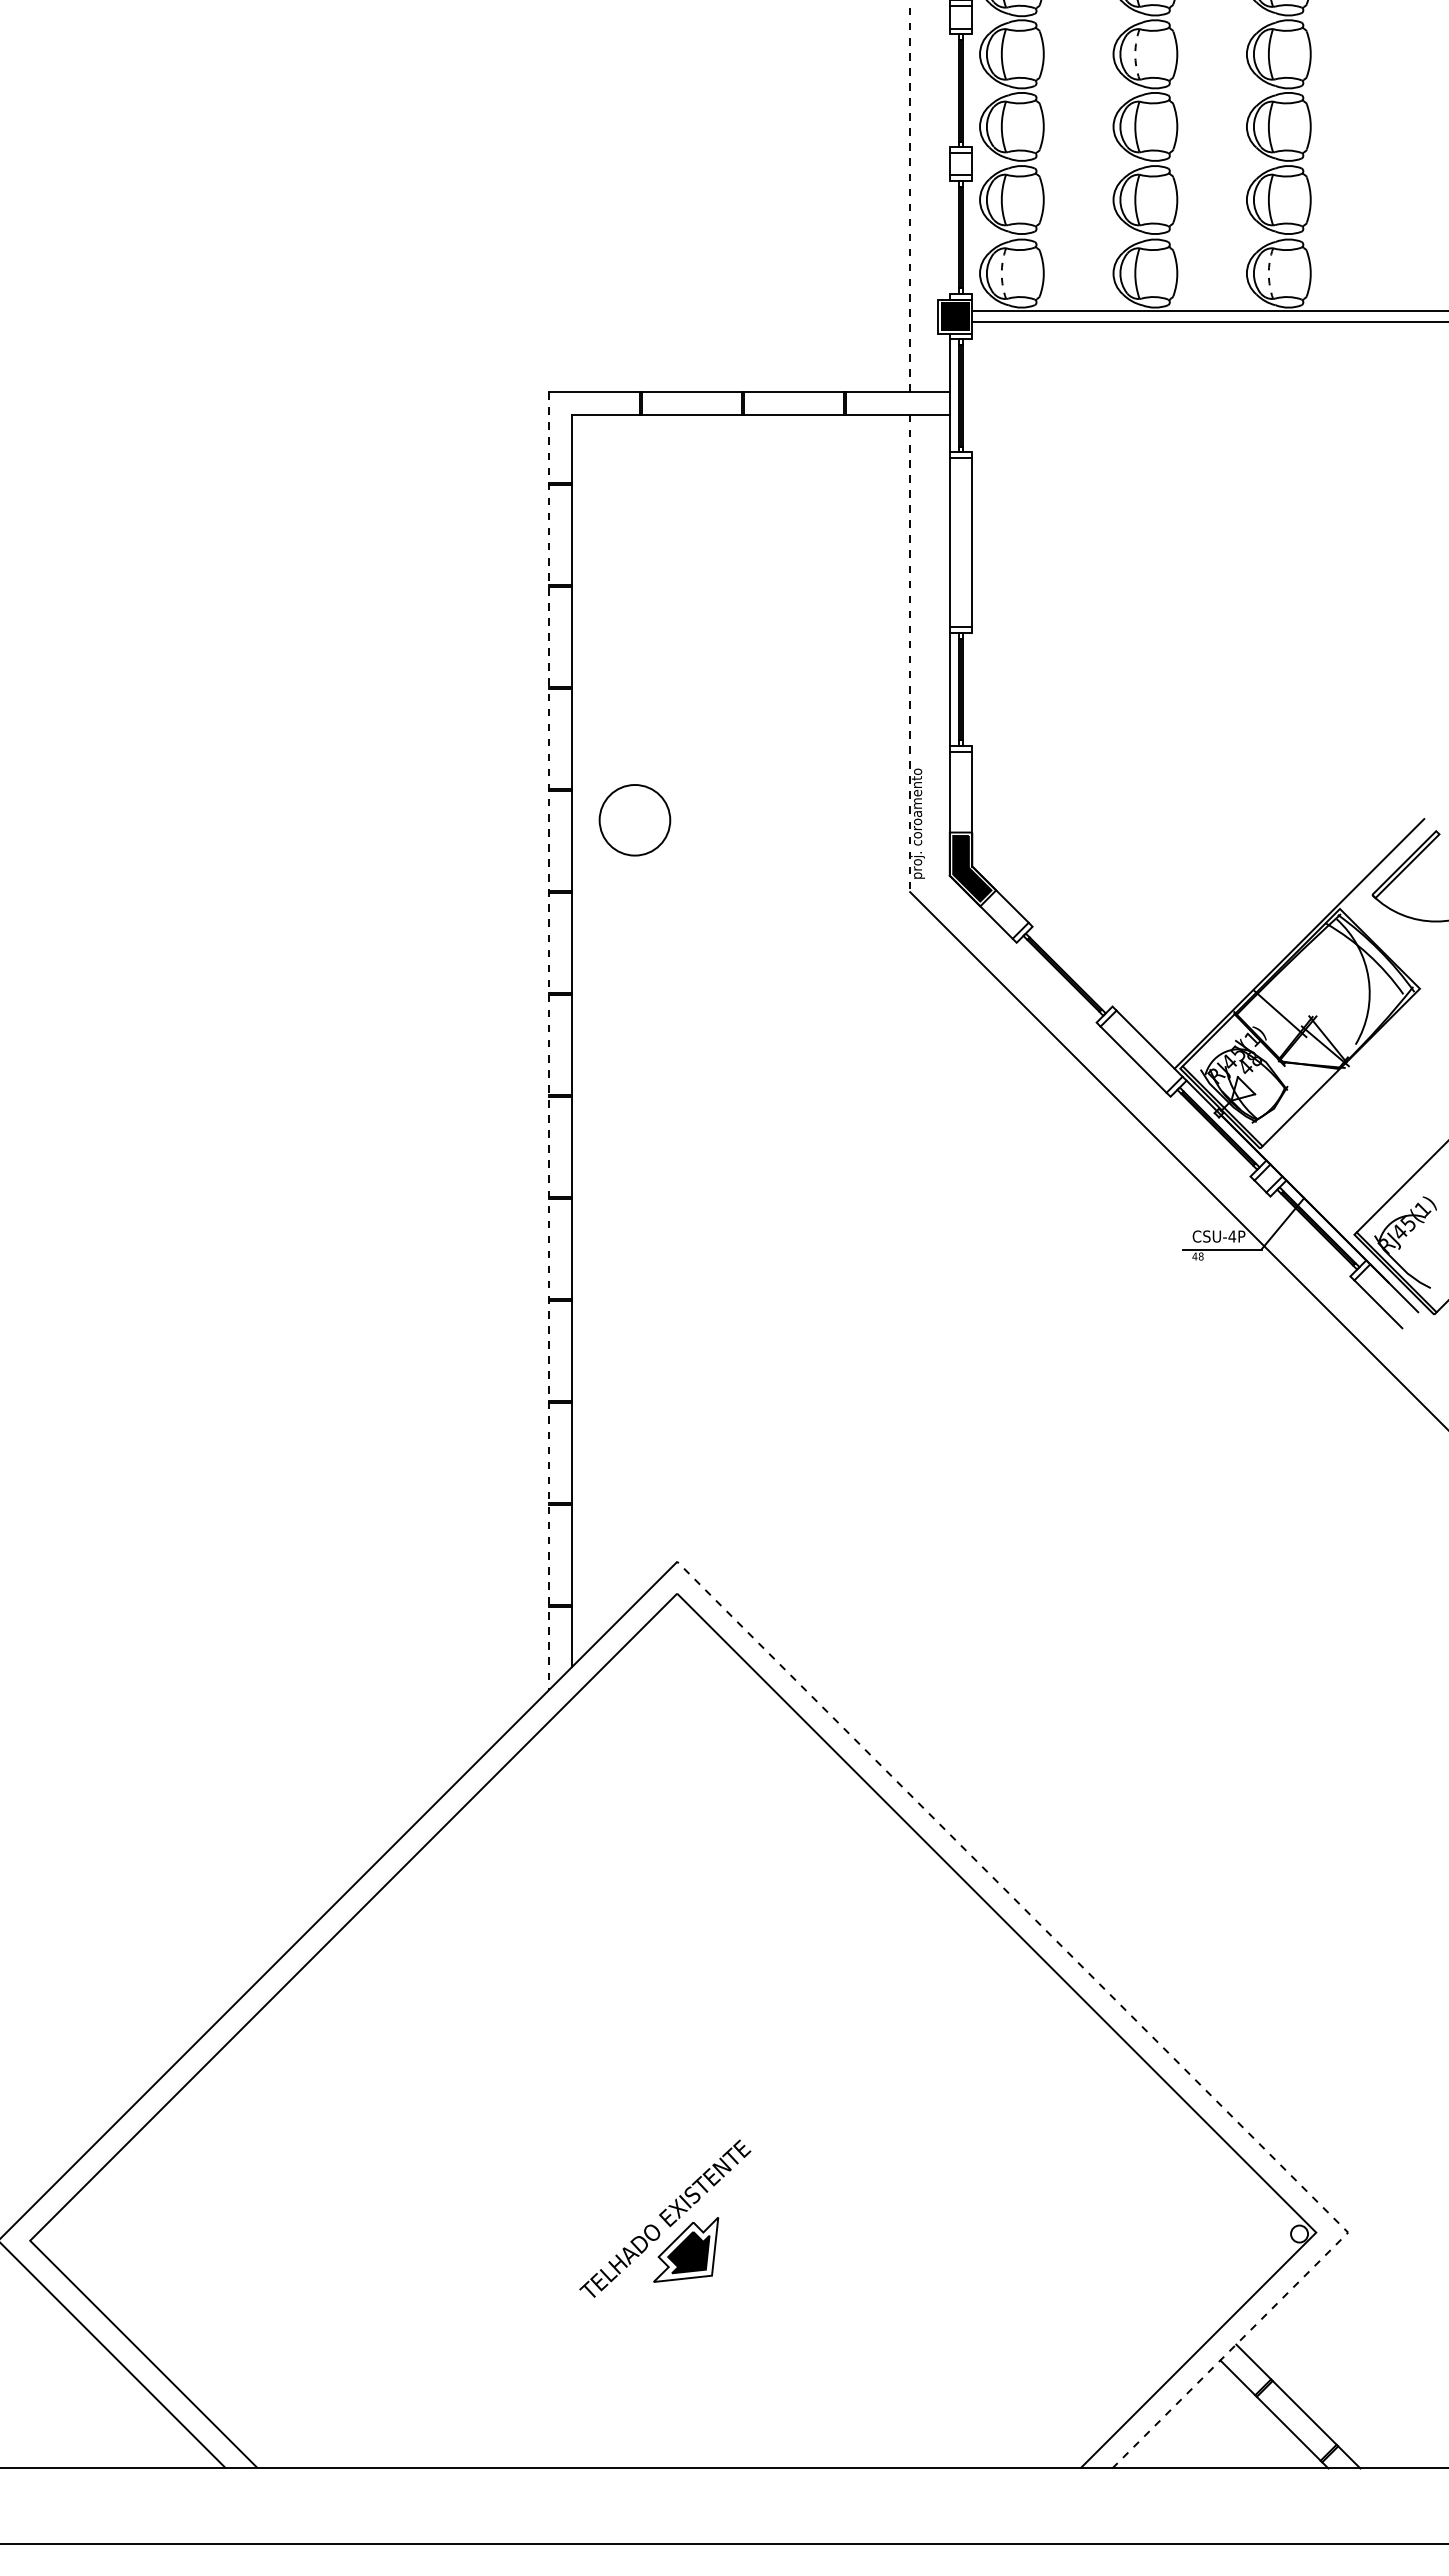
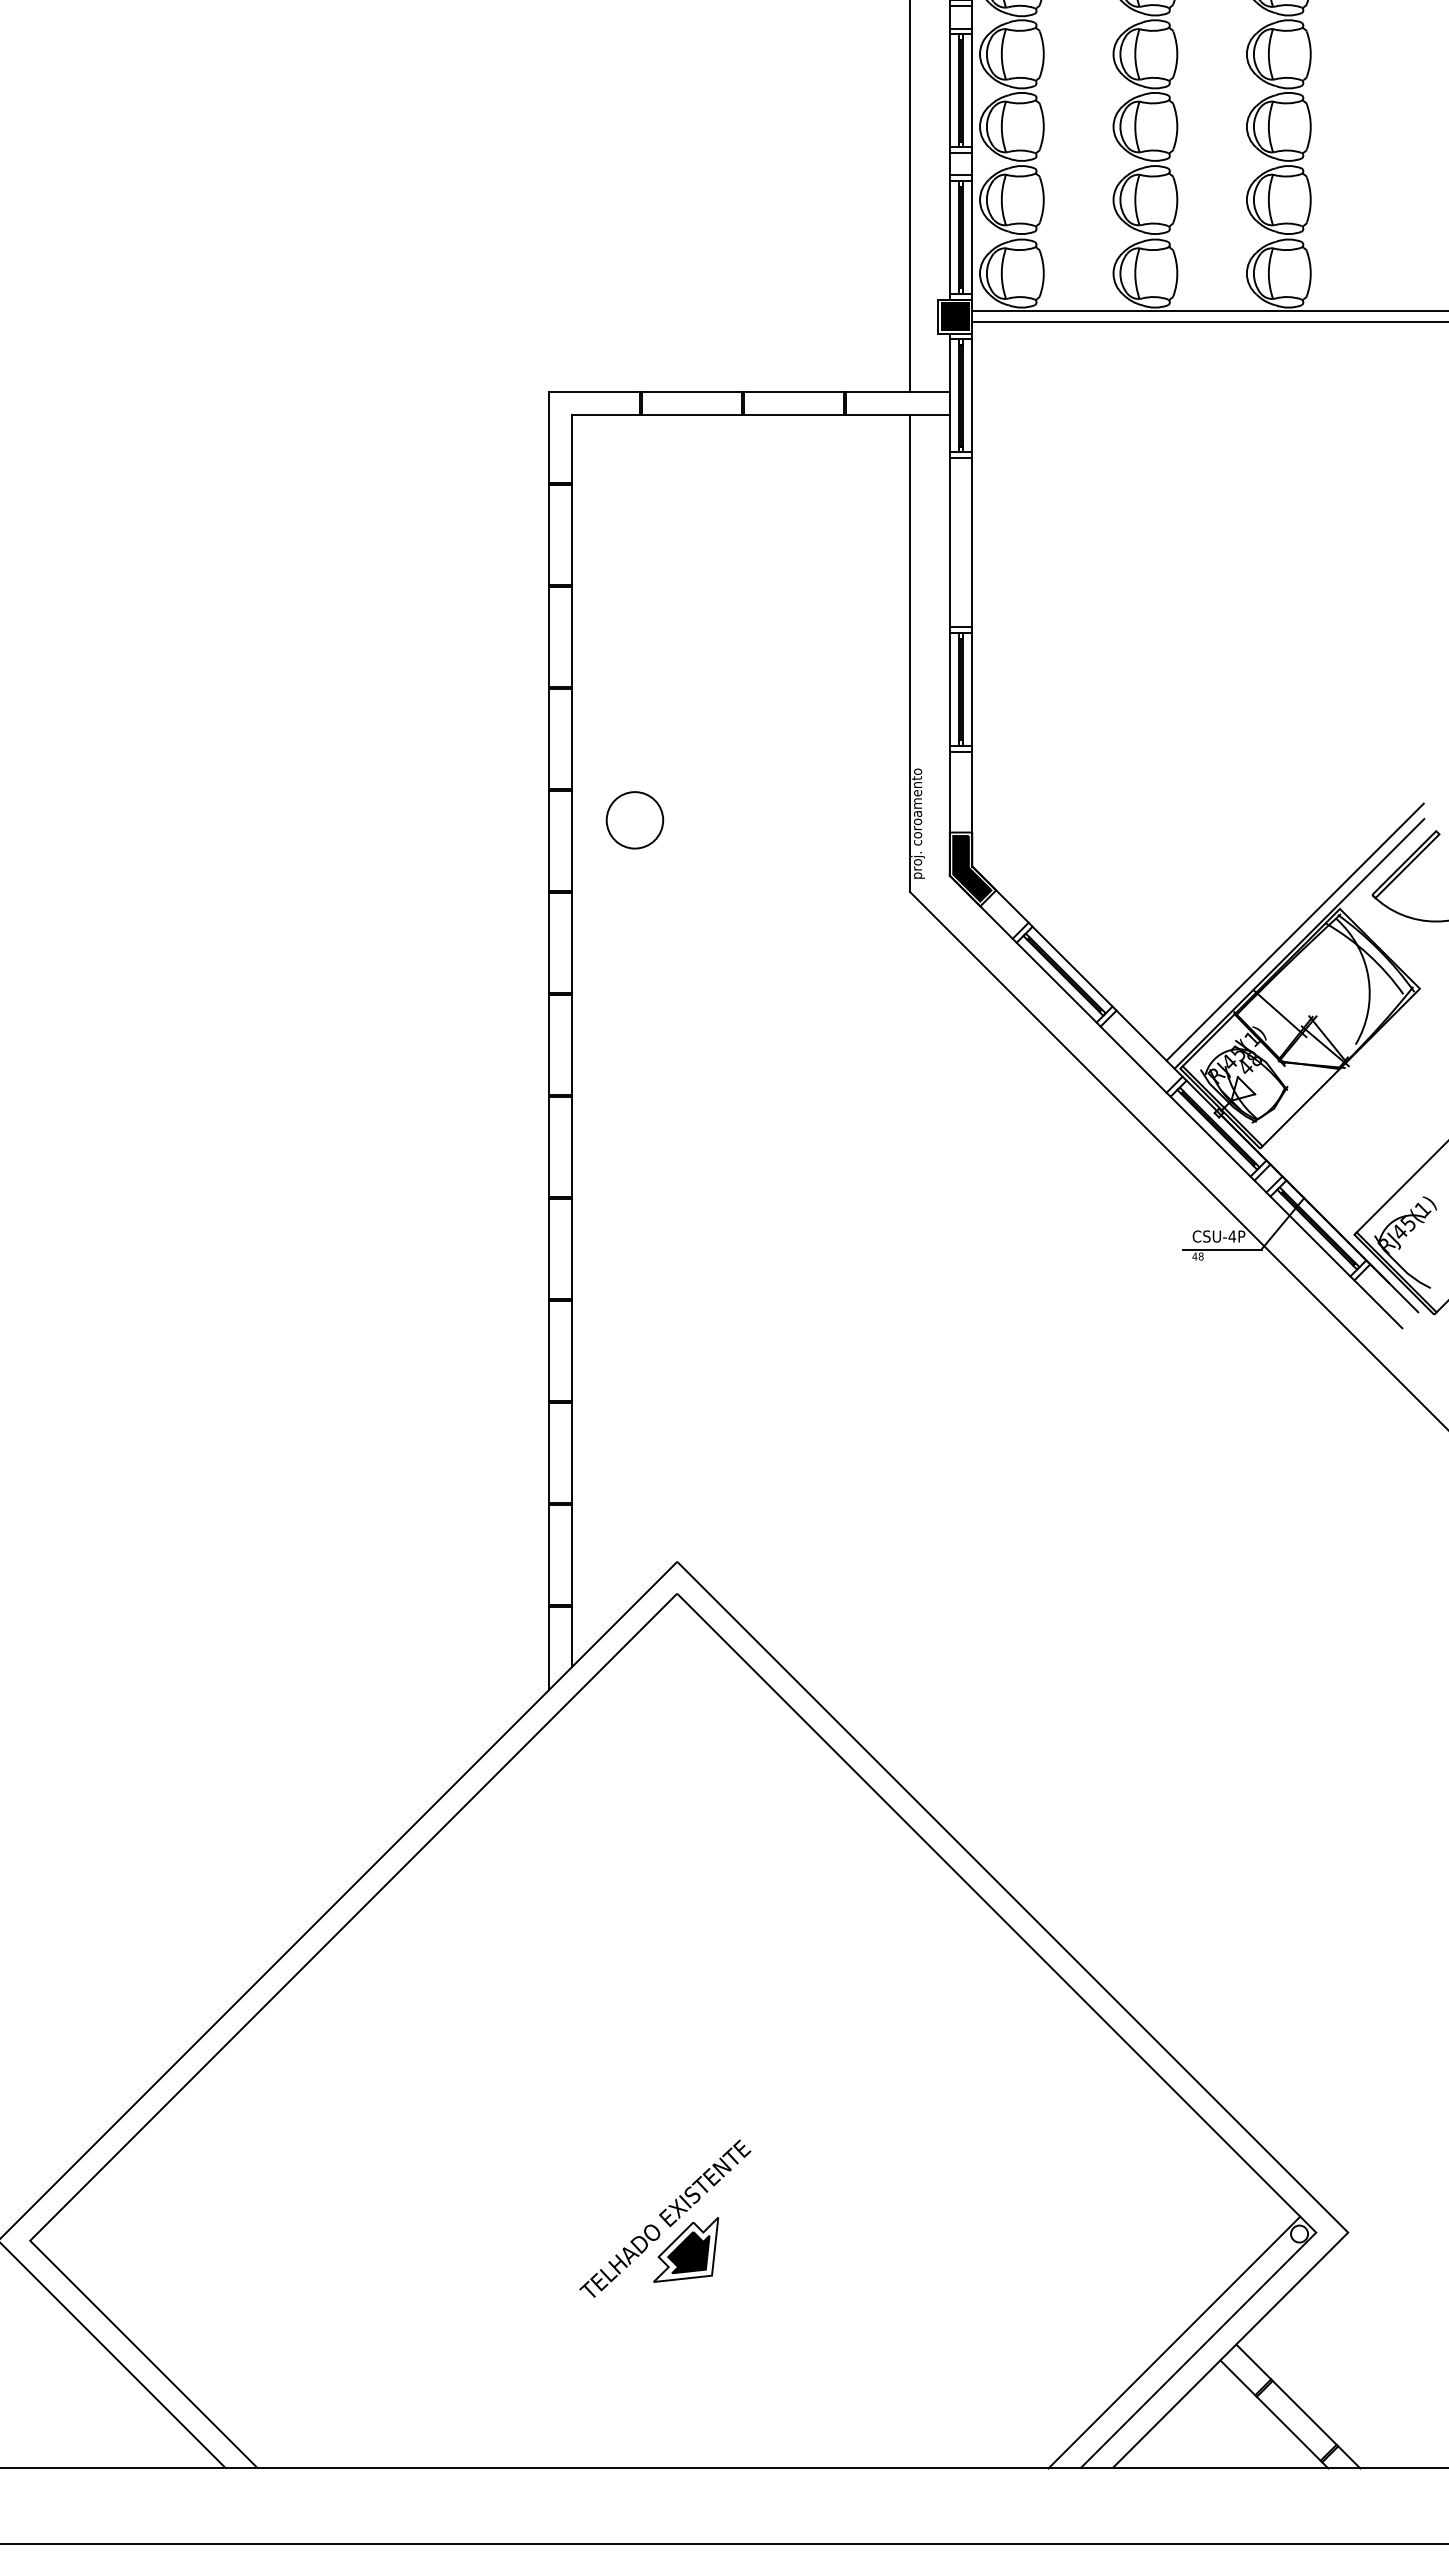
arc at (1135, 54): dashed -> solid
line at (949, 90): none -> present
line at (972, 90): none -> present
line at (910, 196): dashed -> solid
line at (949, 237): none -> present
line at (972, 237): none -> present
arc at (1001, 273): dashed -> solid
arc at (1268, 273): dashed -> solid
line at (972, 395): none -> present
line at (910, 653): dashed -> solid
line at (972, 688): none -> present
circle at (634, 820) size: 74x73 px -> 60x59 px
line at (1294, 931): none -> present
line at (1072, 966): none -> present
line at (1056, 982): none -> present
line at (549, 1040): dashed -> solid
line at (1210, 1136): none -> present
line at (1310, 1236): none -> present
line at (1131, 2015): dashed -> solid
line at (1174, 2342): none -> present
